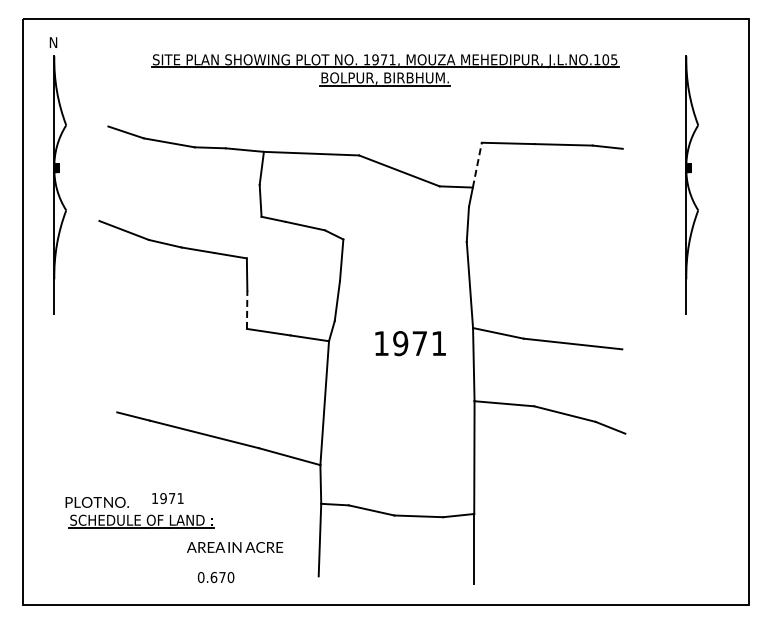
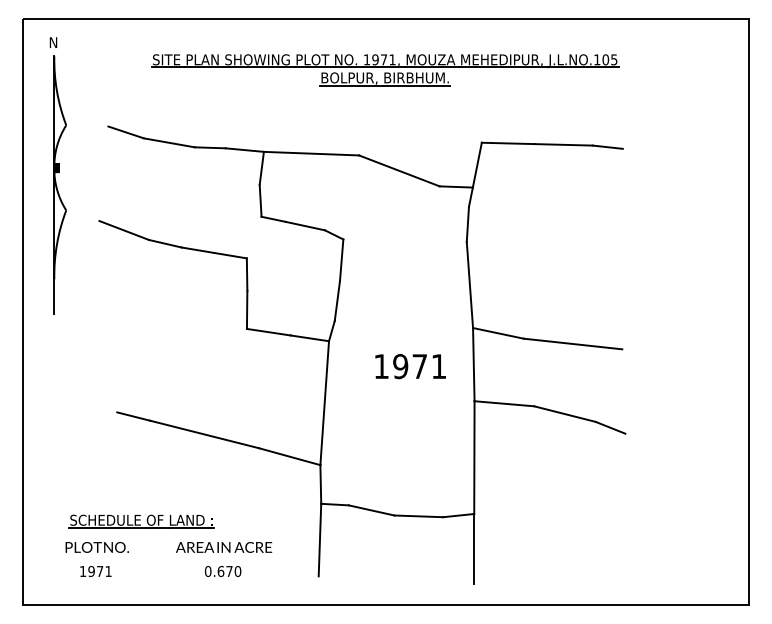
line at (477, 165): dashed -> solid
part at (691, 184): present -> none
line at (247, 309): dashed -> solid
text at (410, 343) position: (410, 343) -> (410, 366)
text at (167, 498) position: (167, 498) -> (95, 571)
text at (96, 502) position: (96, 502) -> (96, 547)
text at (235, 547) position: (235, 547) -> (224, 547)
text at (215, 577) position: (215, 577) -> (222, 571)
